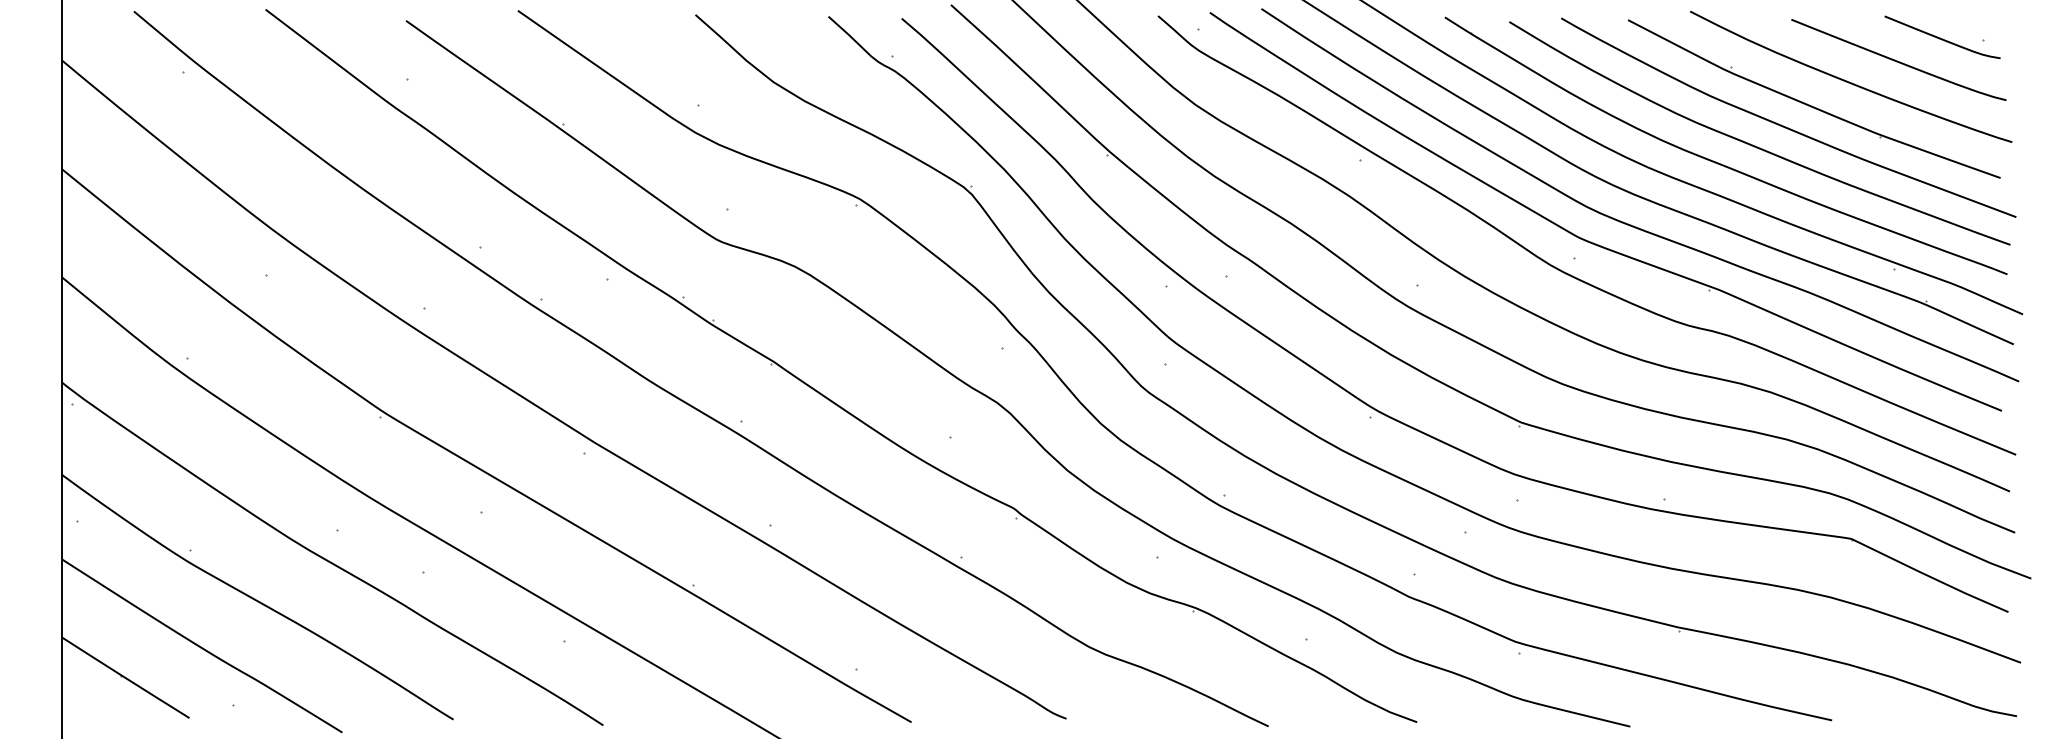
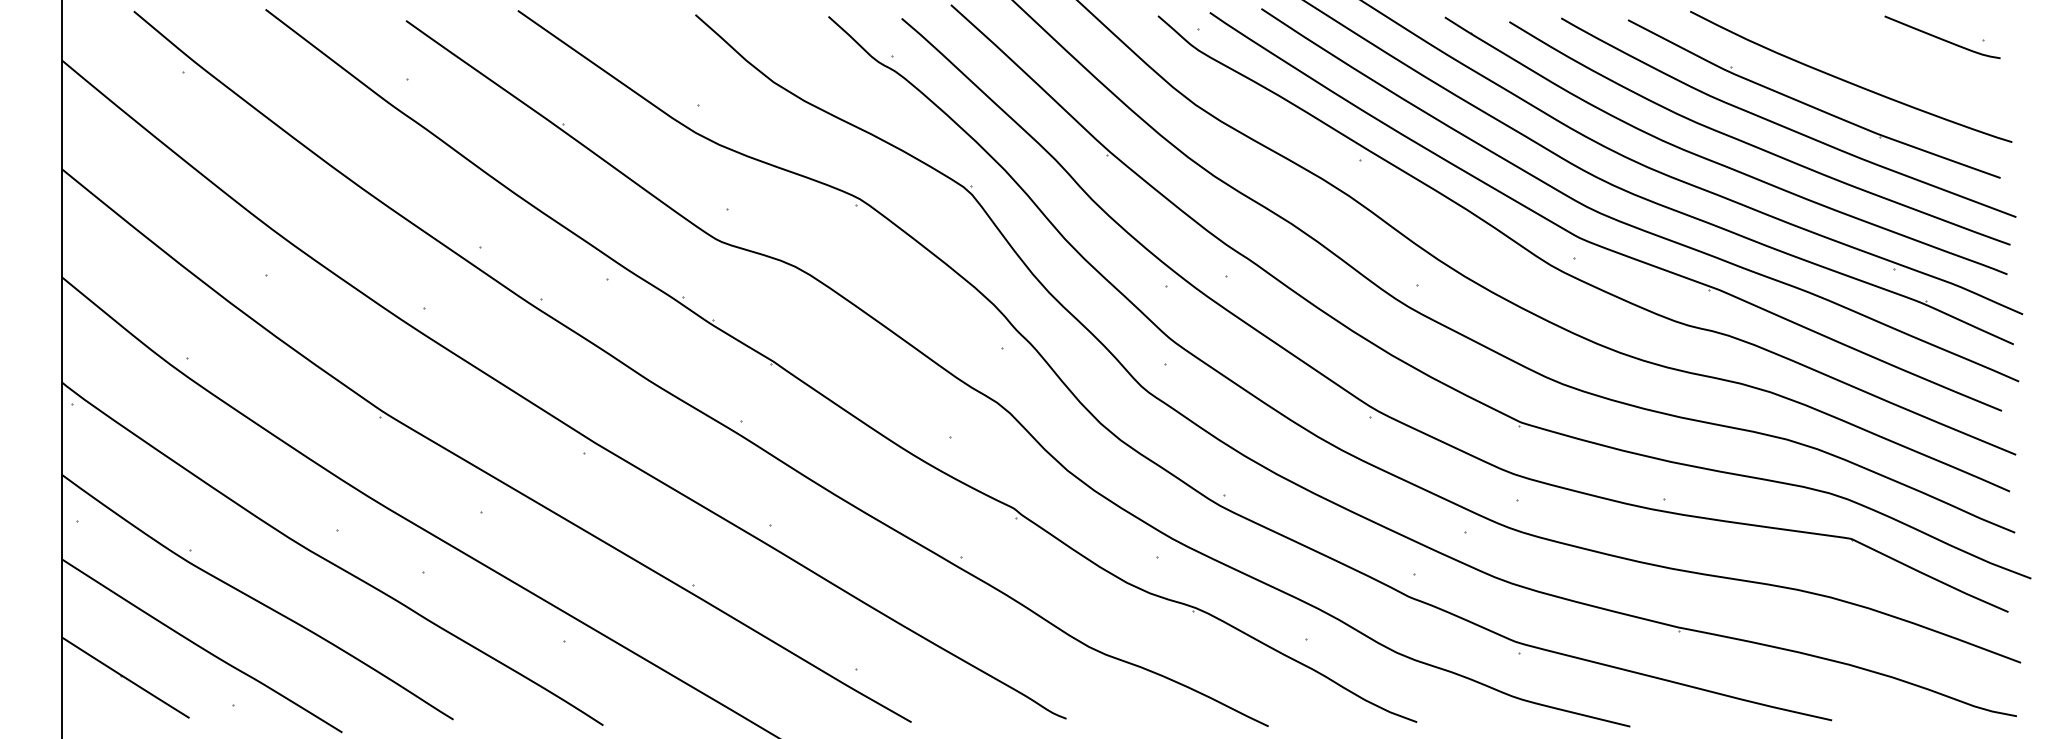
curve at (1897, 60): present -> none
